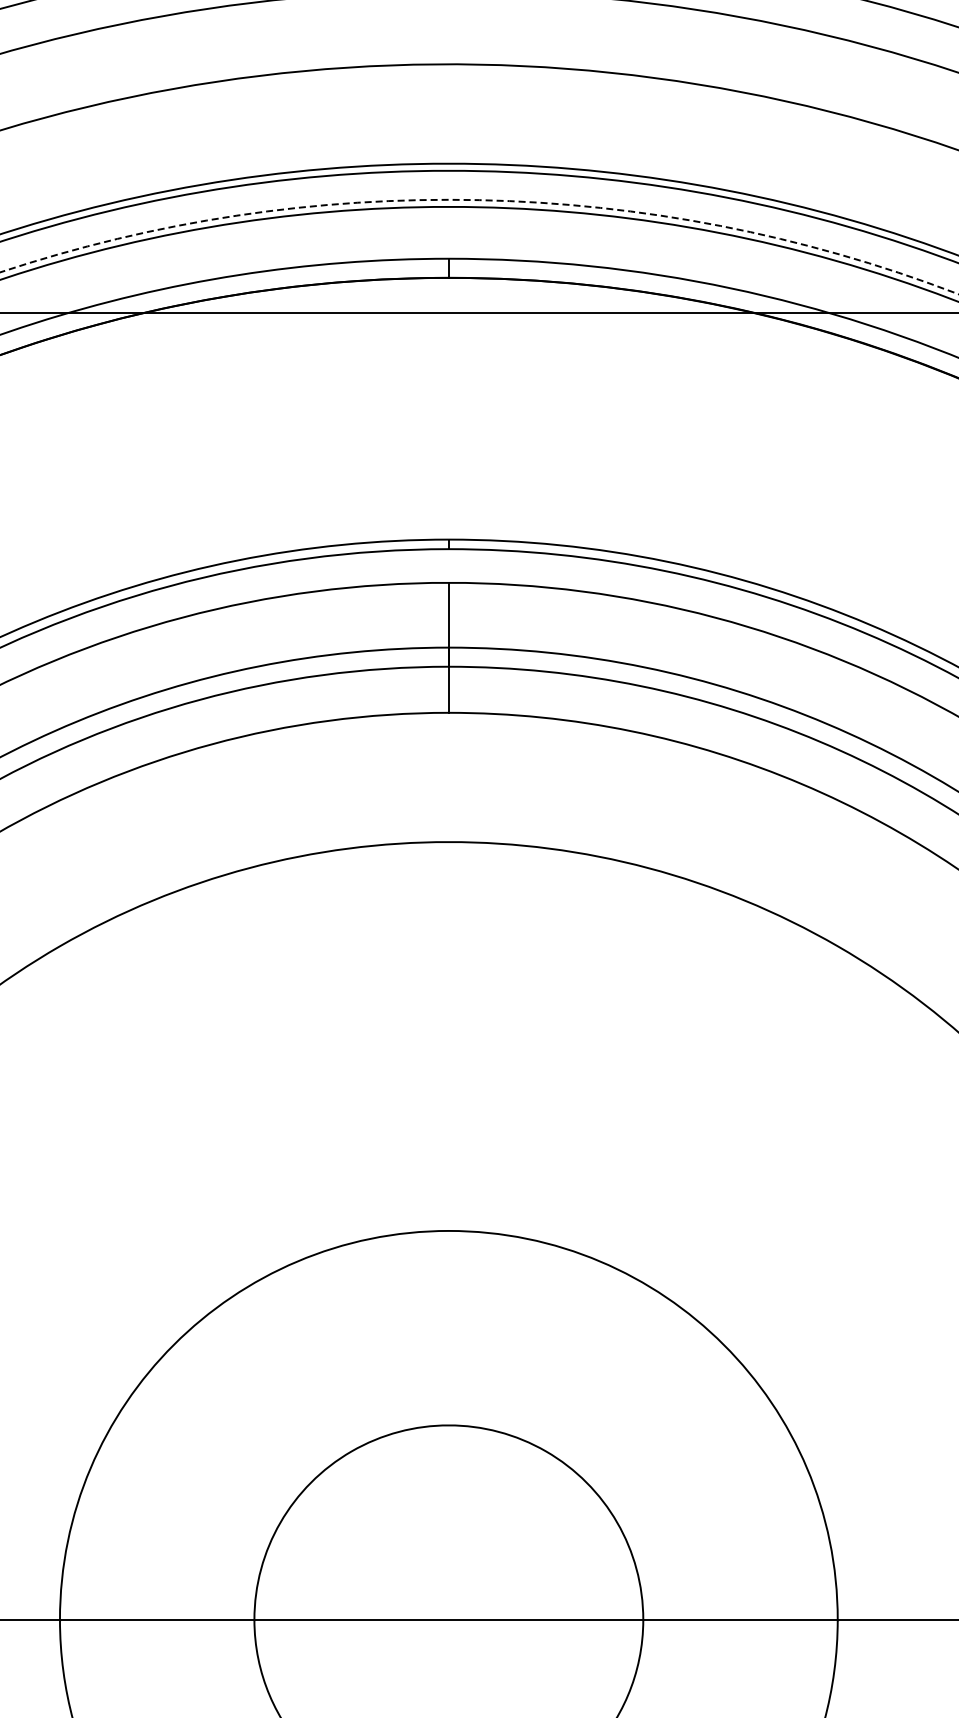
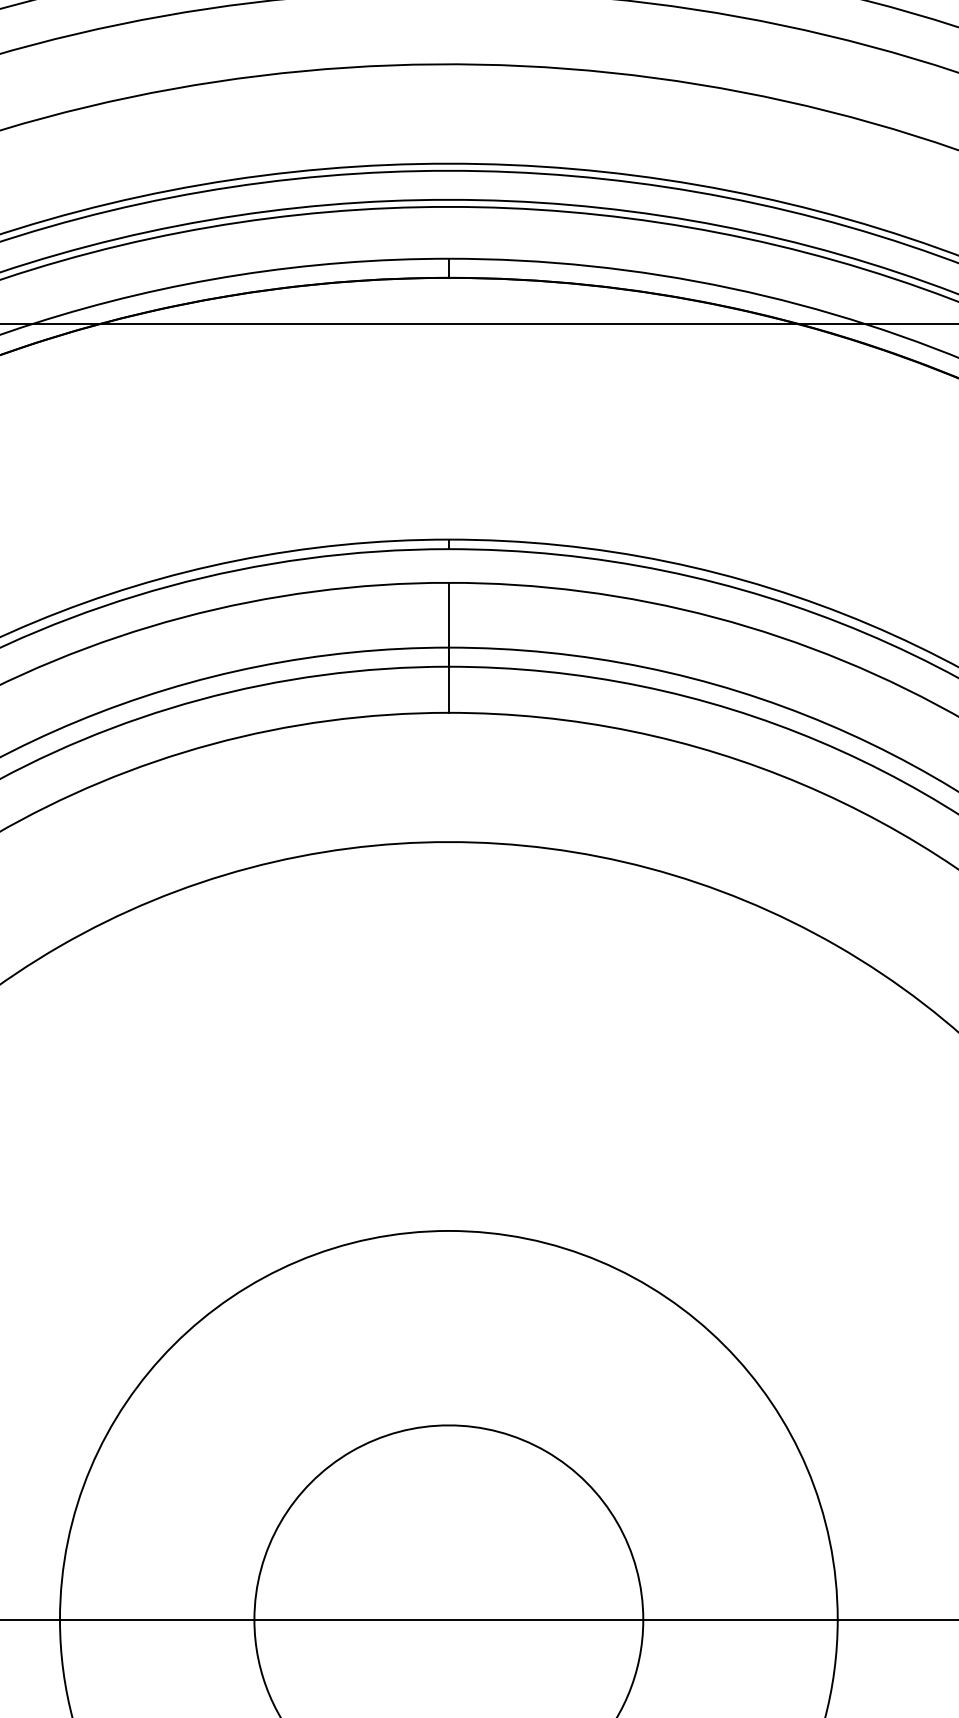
arc at (481, 200): dashed -> solid
line at (478, 312) position: (478, 312) -> (478, 323)
